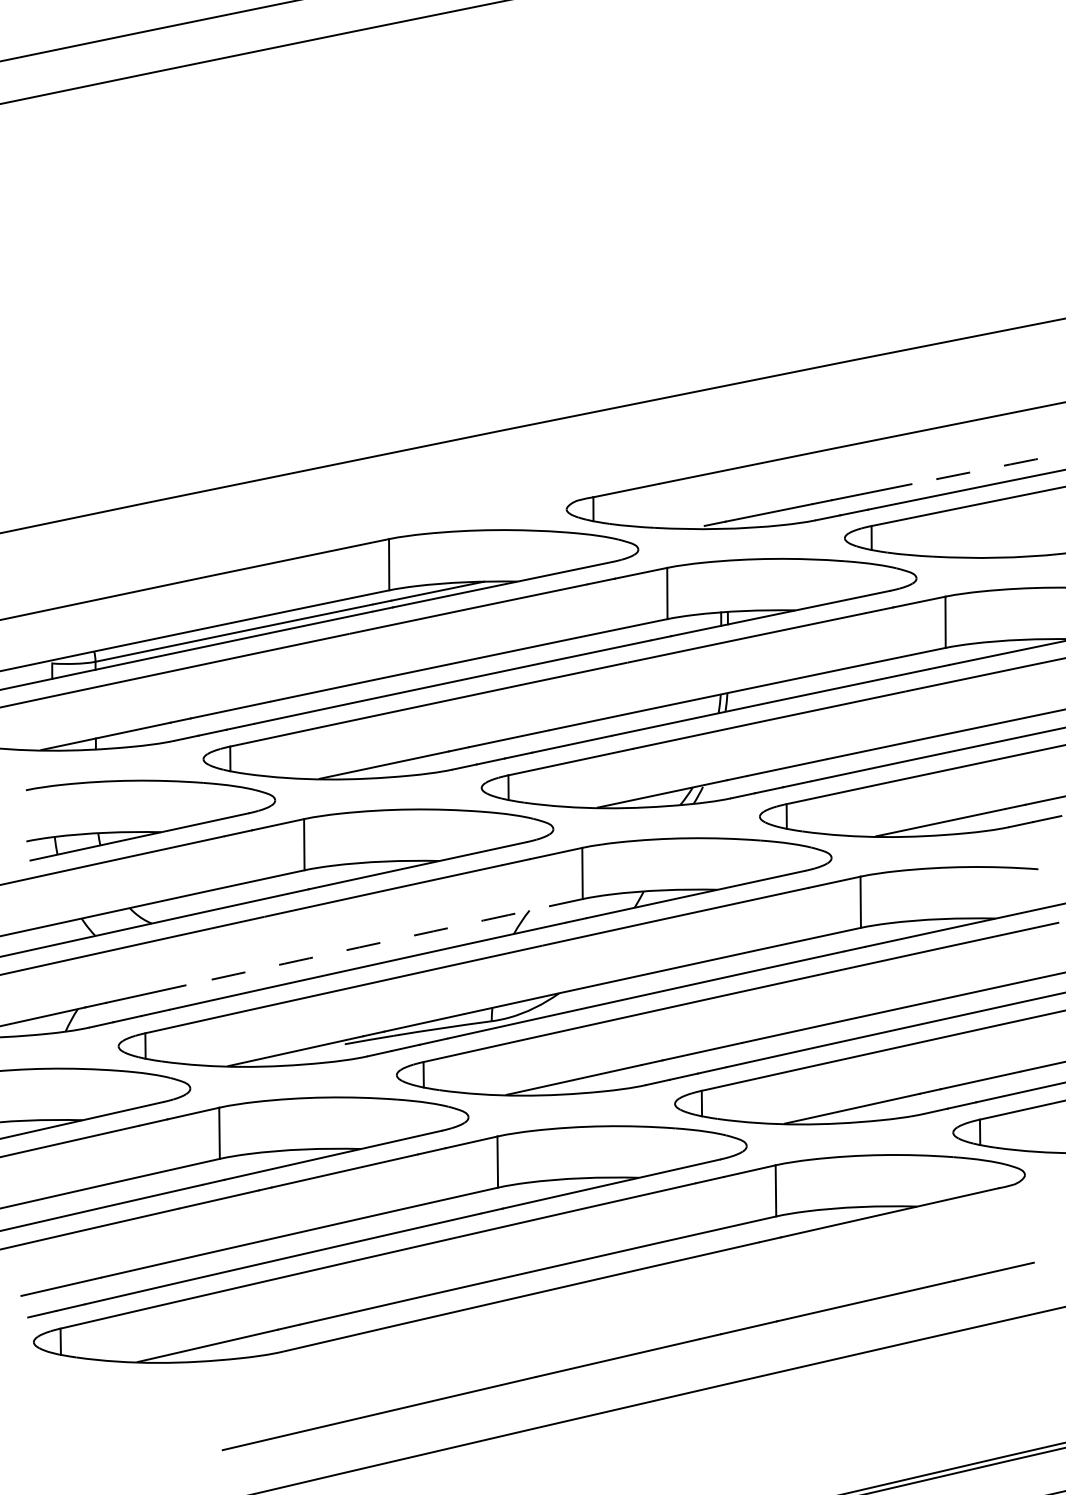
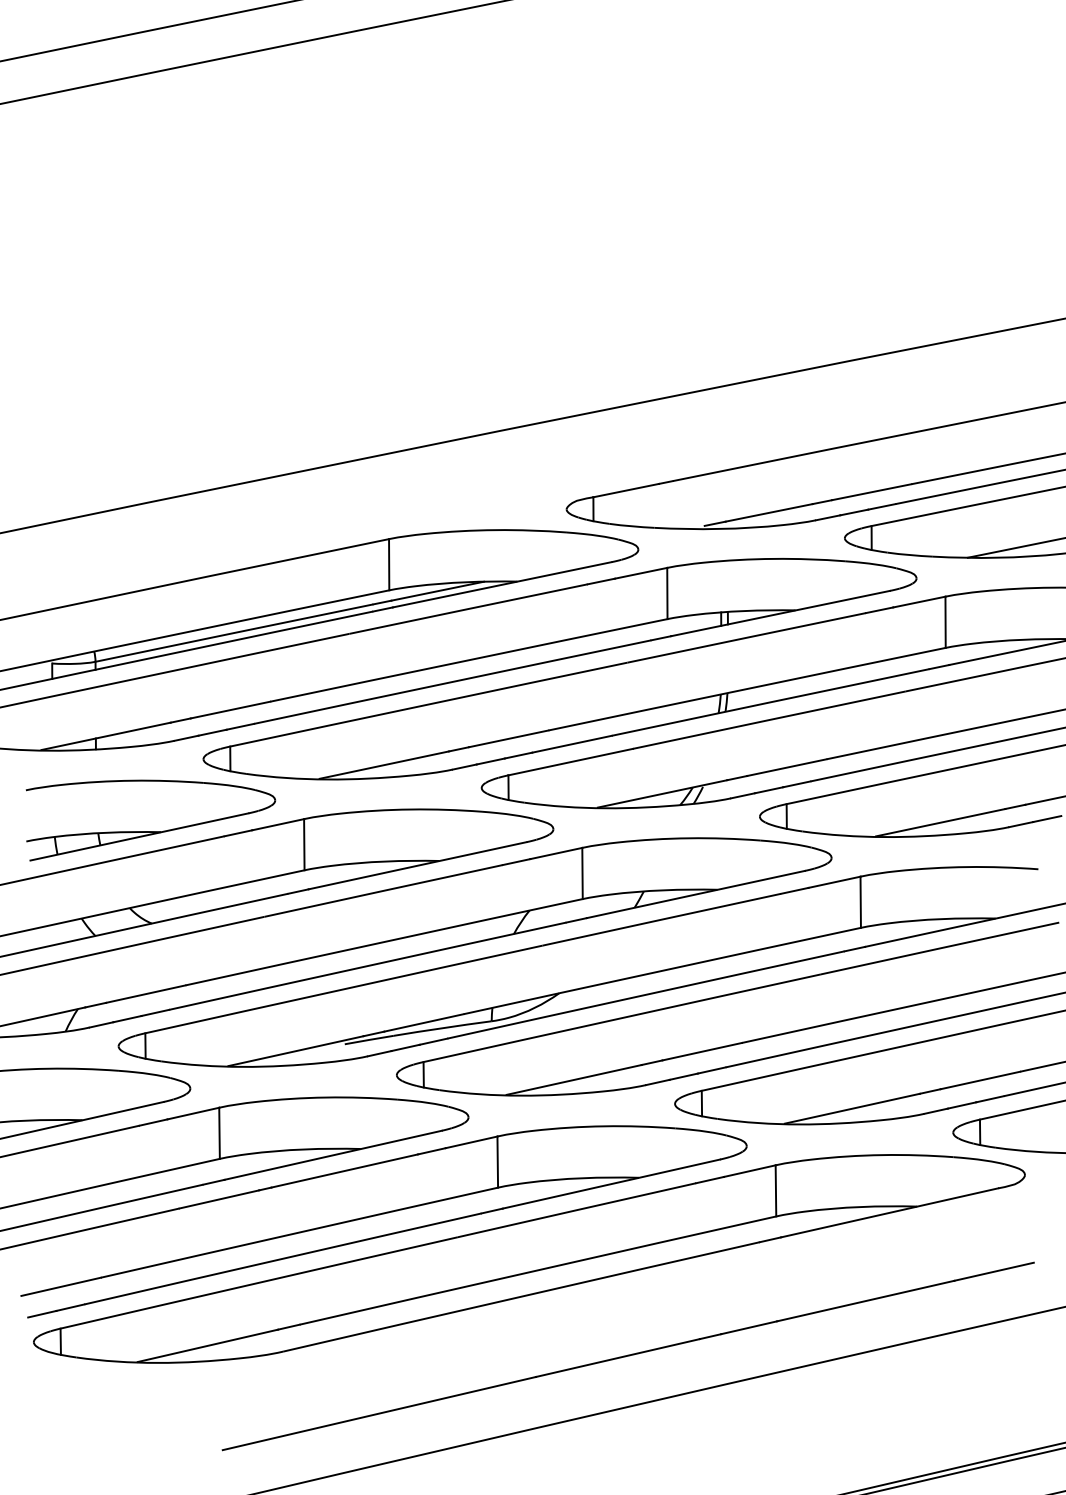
arc at (988, 468): dashed -> solid
line at (1014, 547): none -> present
arc at (384, 942): dashed -> solid
